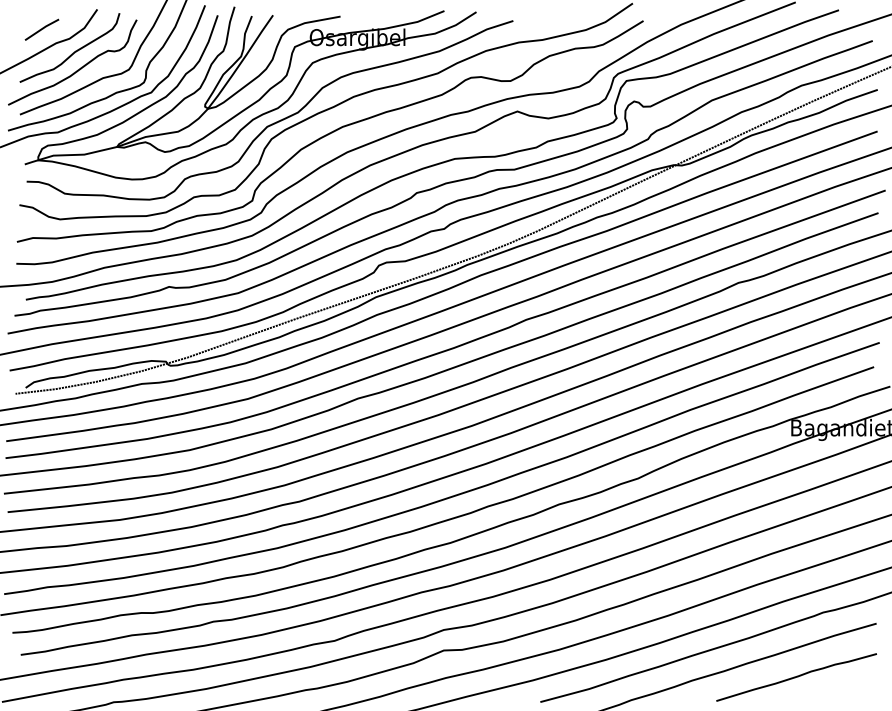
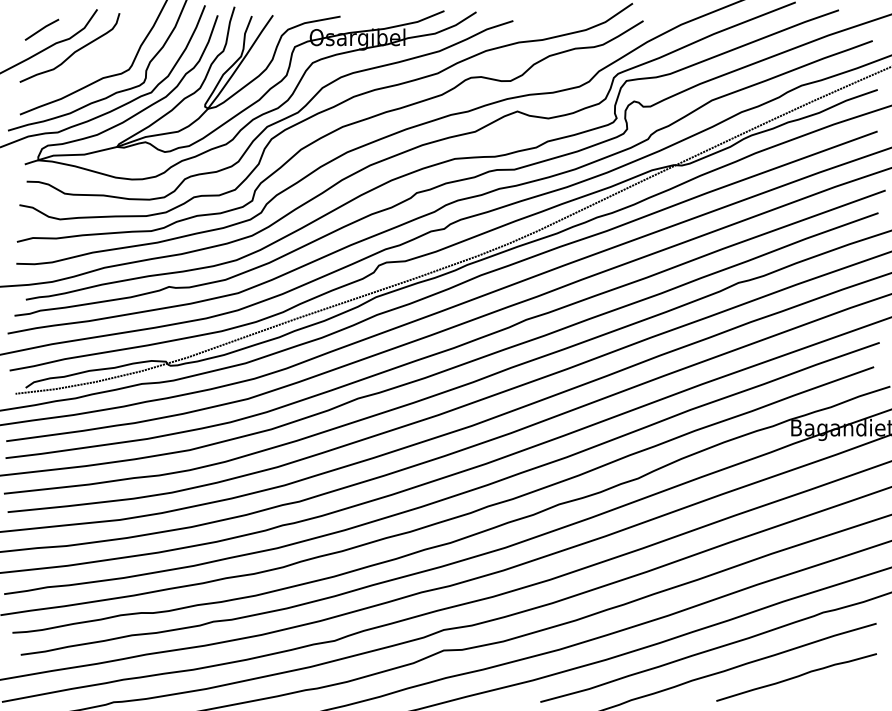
curve at (77, 69): present -> none
